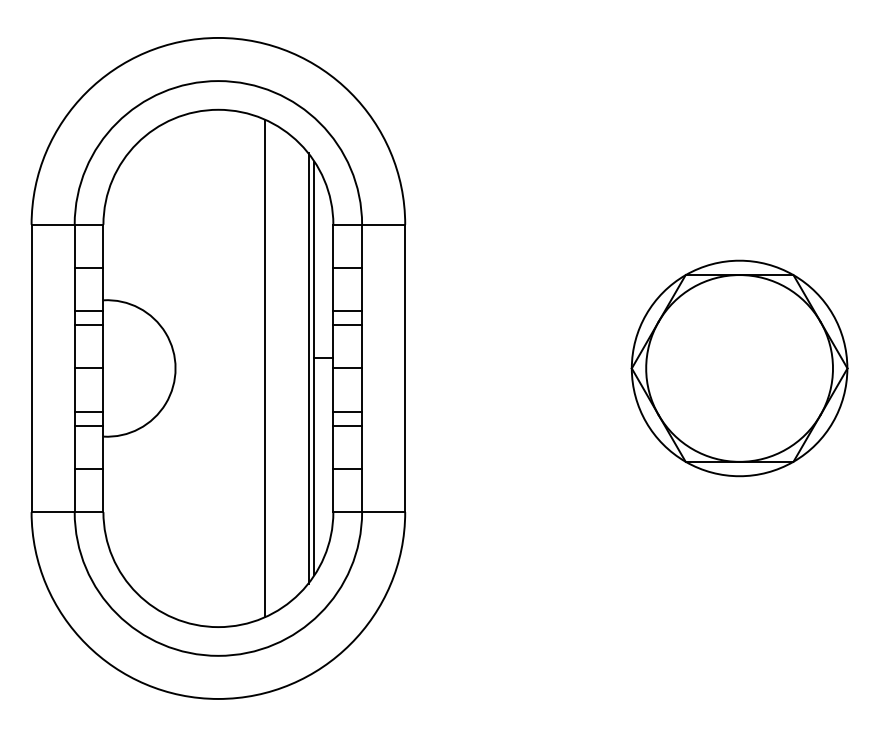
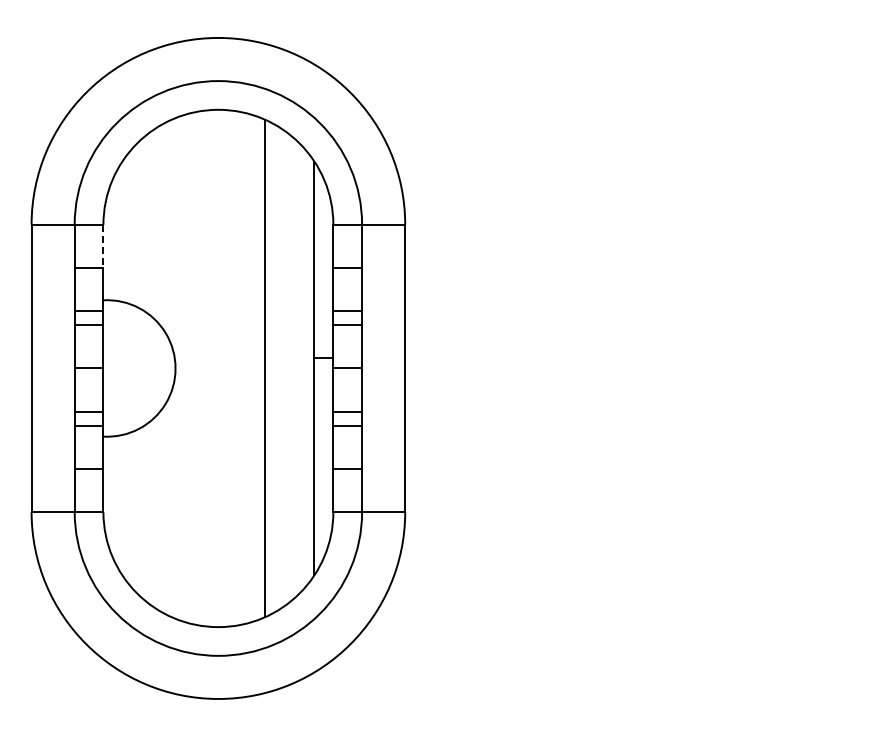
line at (103, 246): solid -> dashed
line at (308, 368): present -> none
part at (739, 368): present -> none
